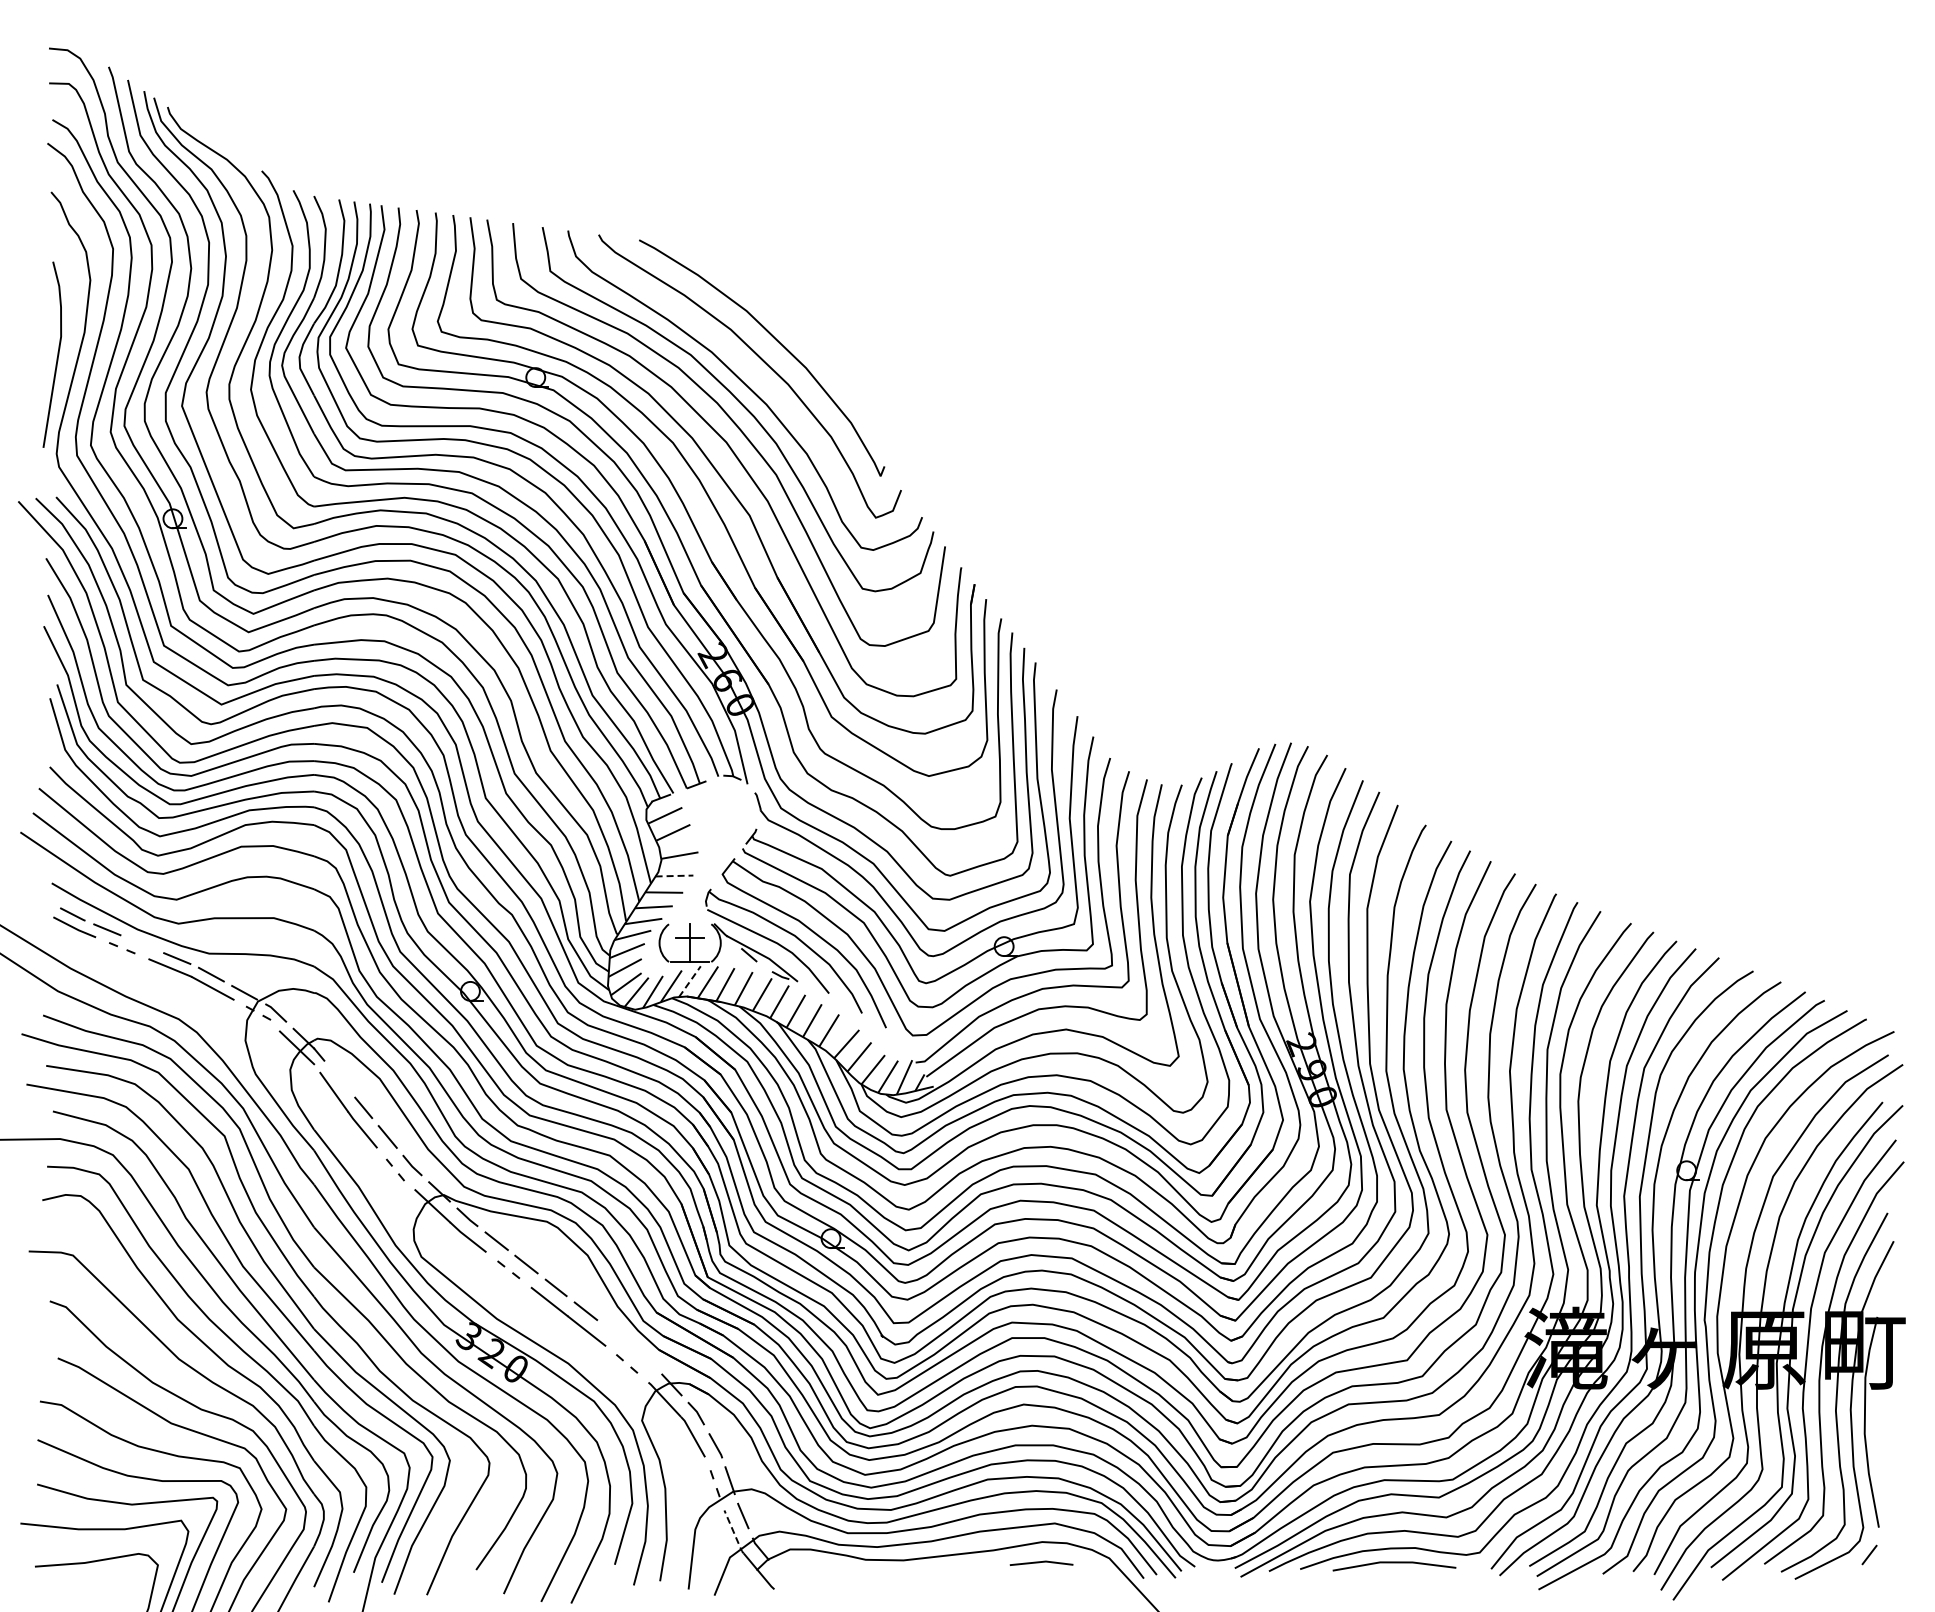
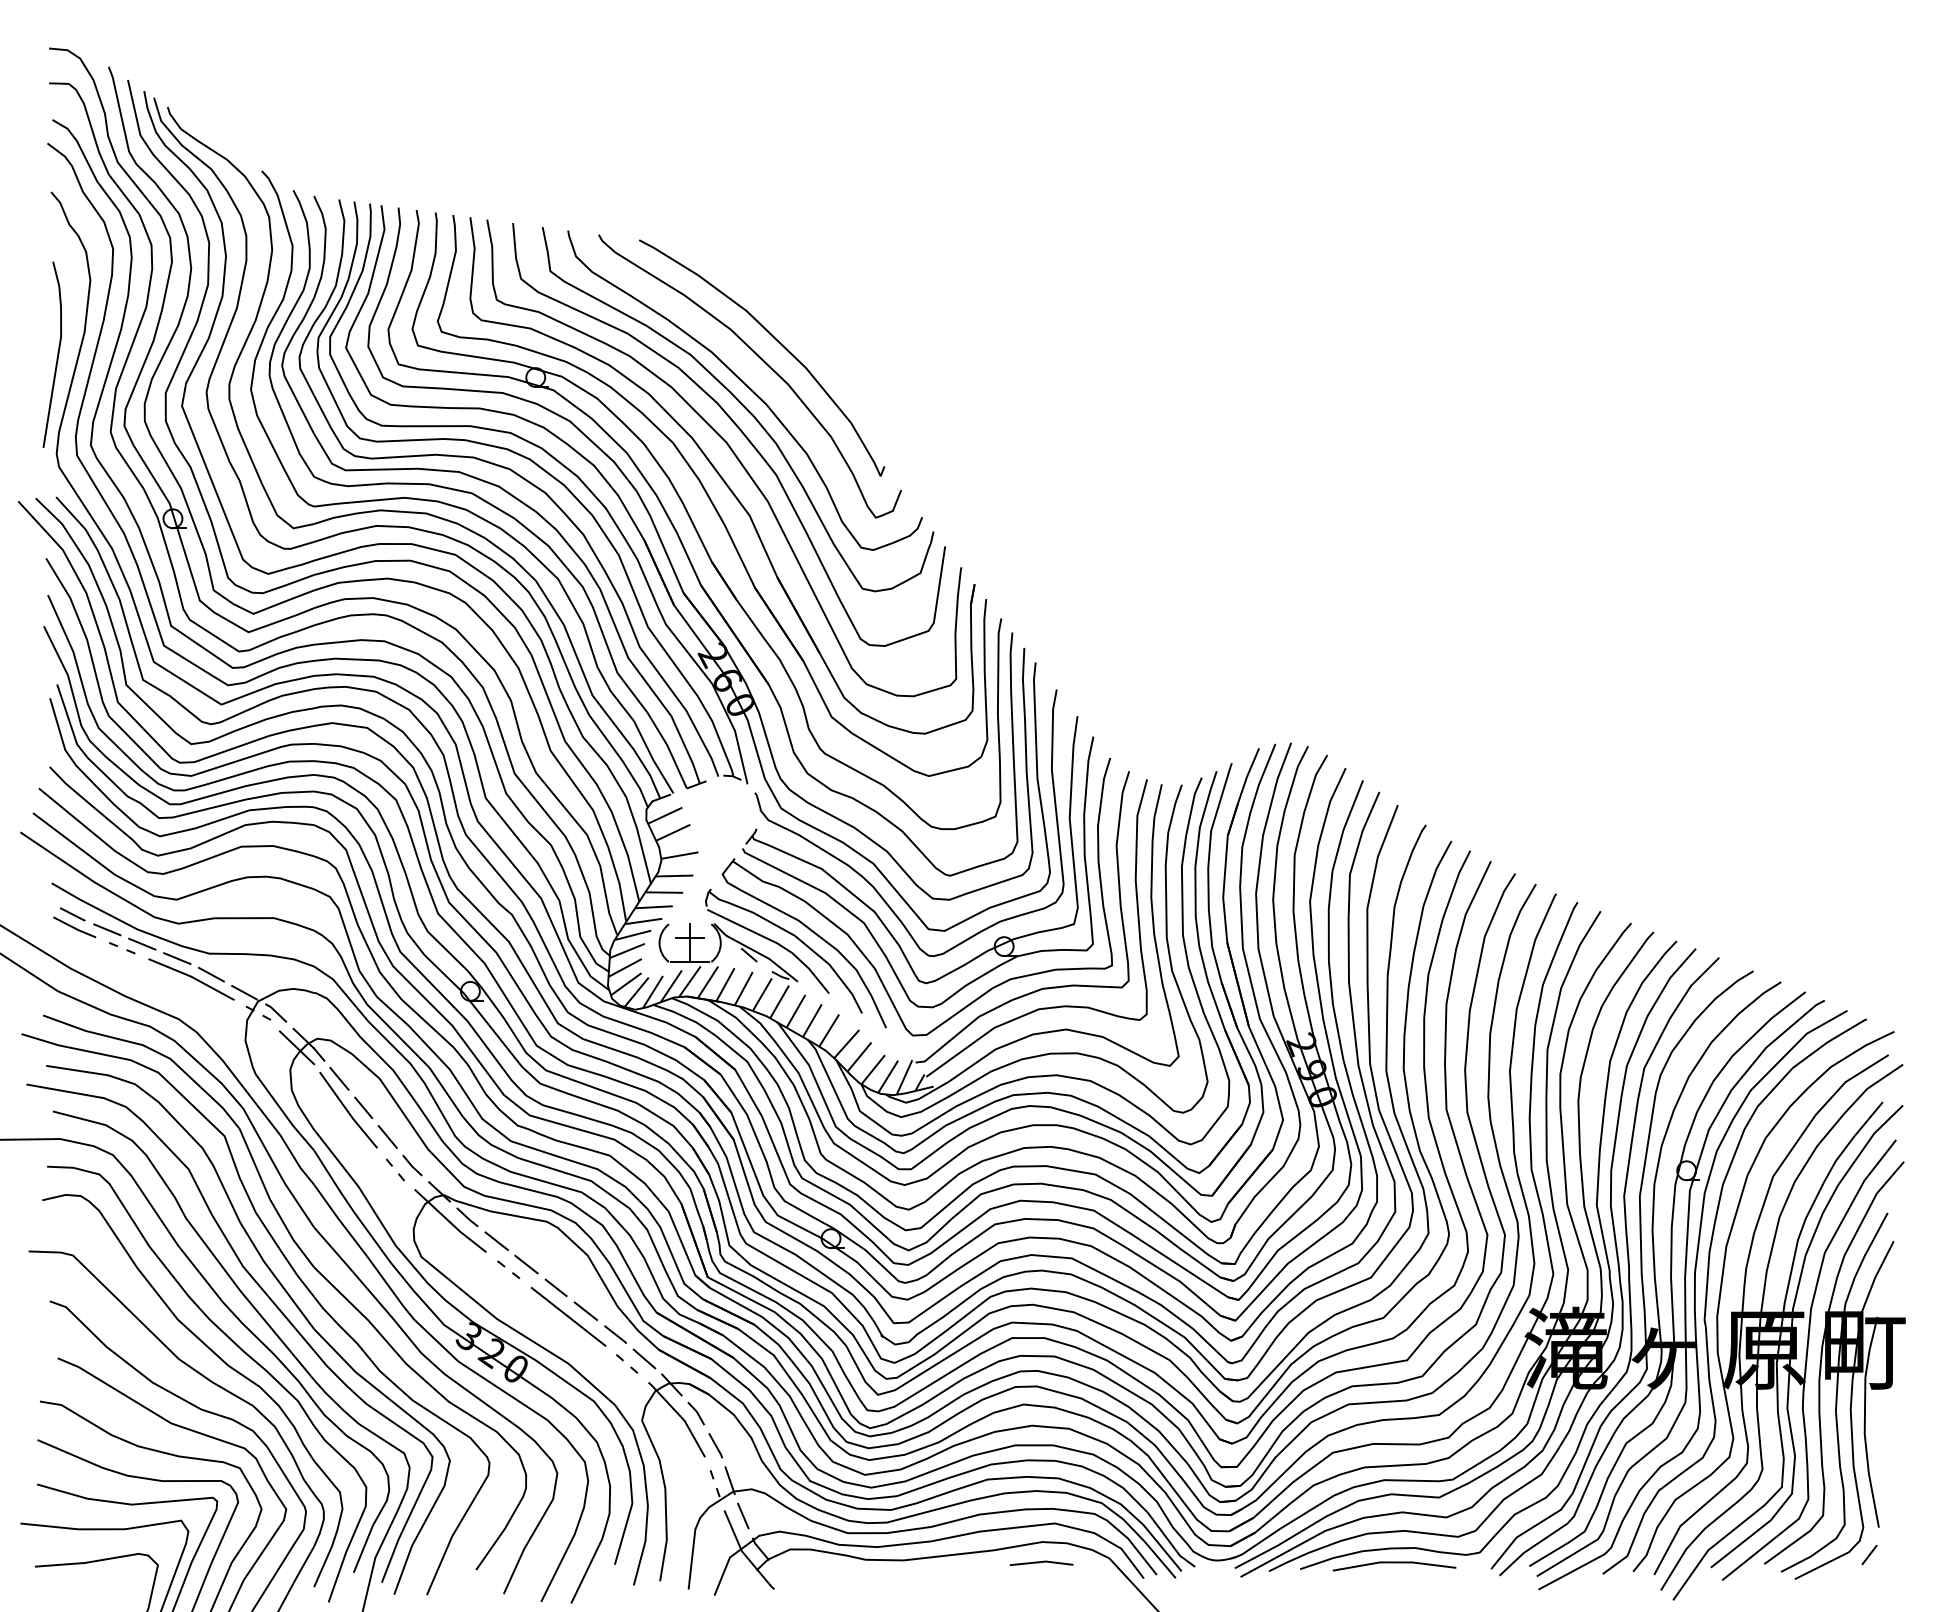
line at (674, 876): dashed -> solid
line at (142, 943): none -> present
line at (689, 981): dashed -> solid
line at (339, 1078): none -> present
line at (615, 1334): none -> present
line at (644, 1358): none -> present
line at (733, 1532): dashed -> solid
